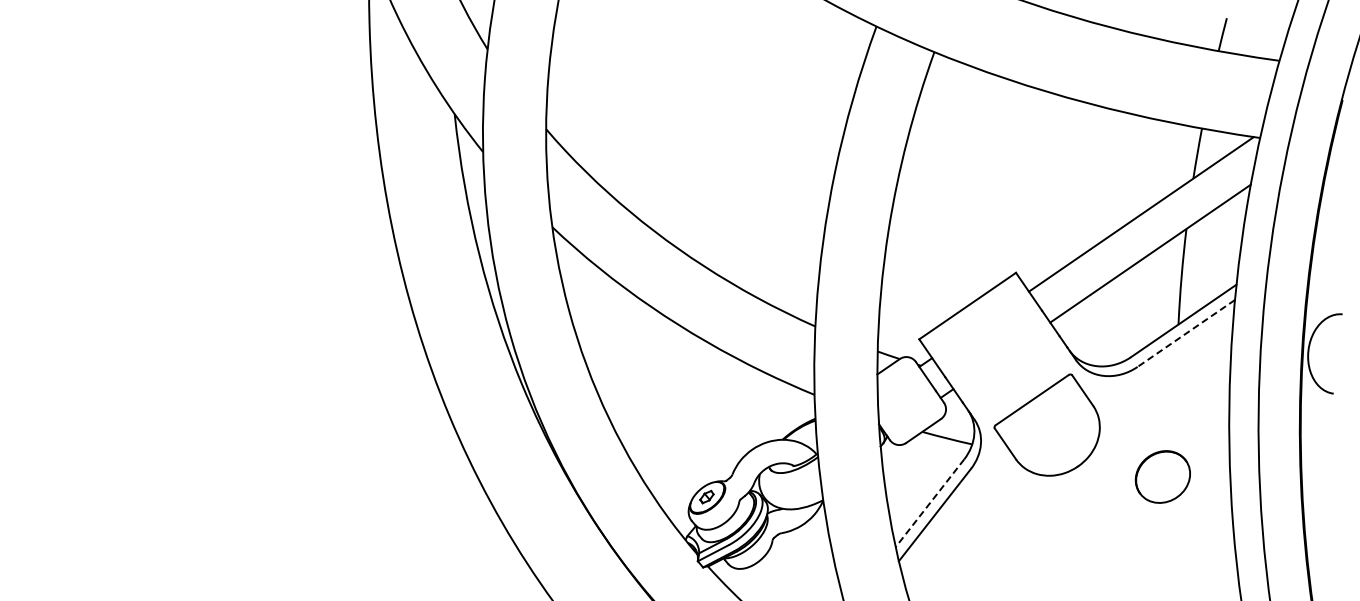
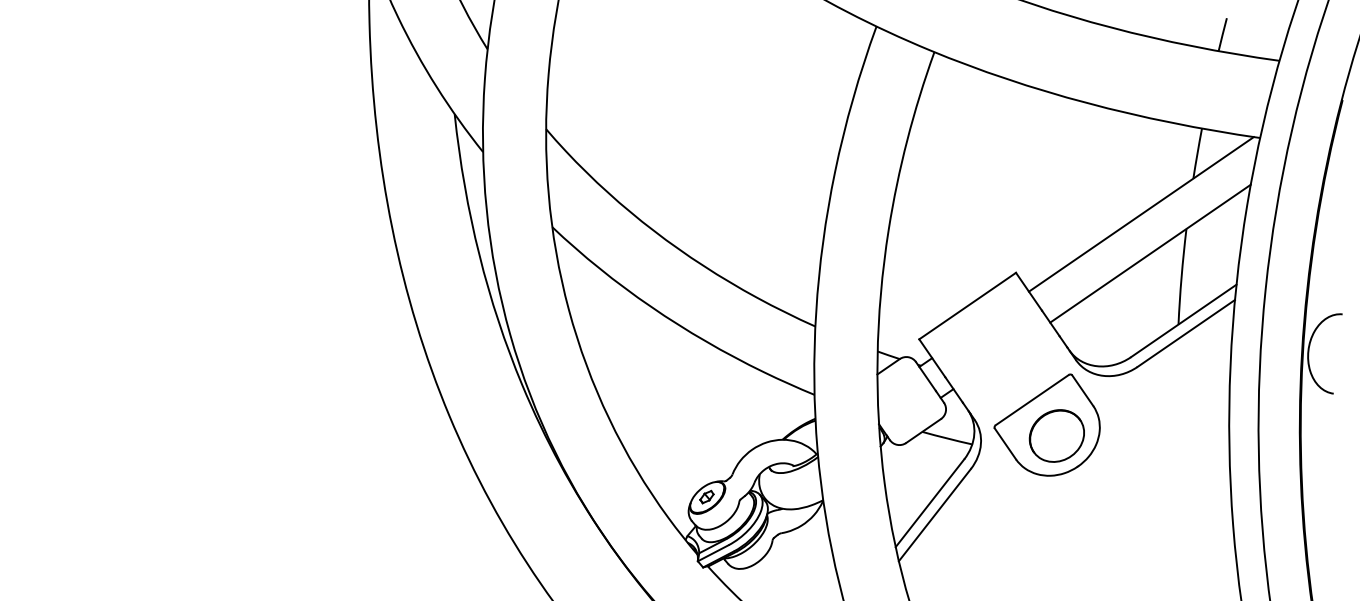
line at (1185, 333): dashed -> solid
part at (1162, 476) position: (1162, 476) -> (1056, 435)
line at (929, 503): dashed -> solid
